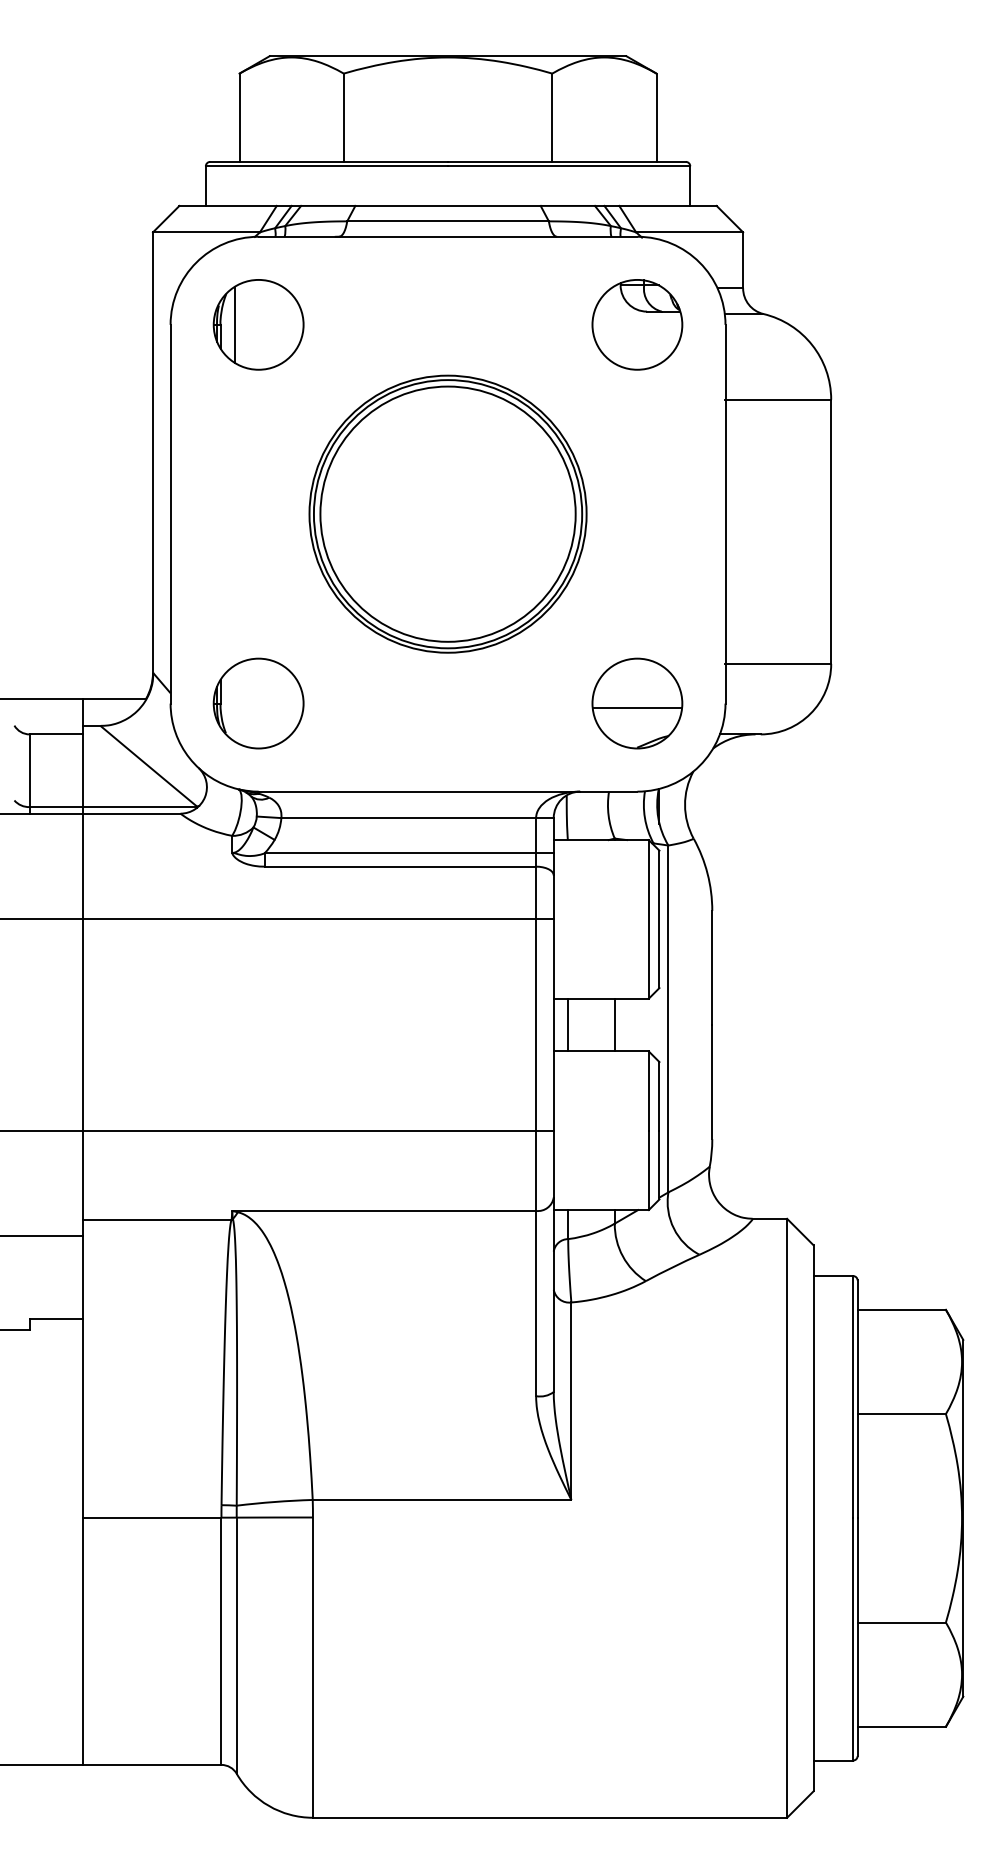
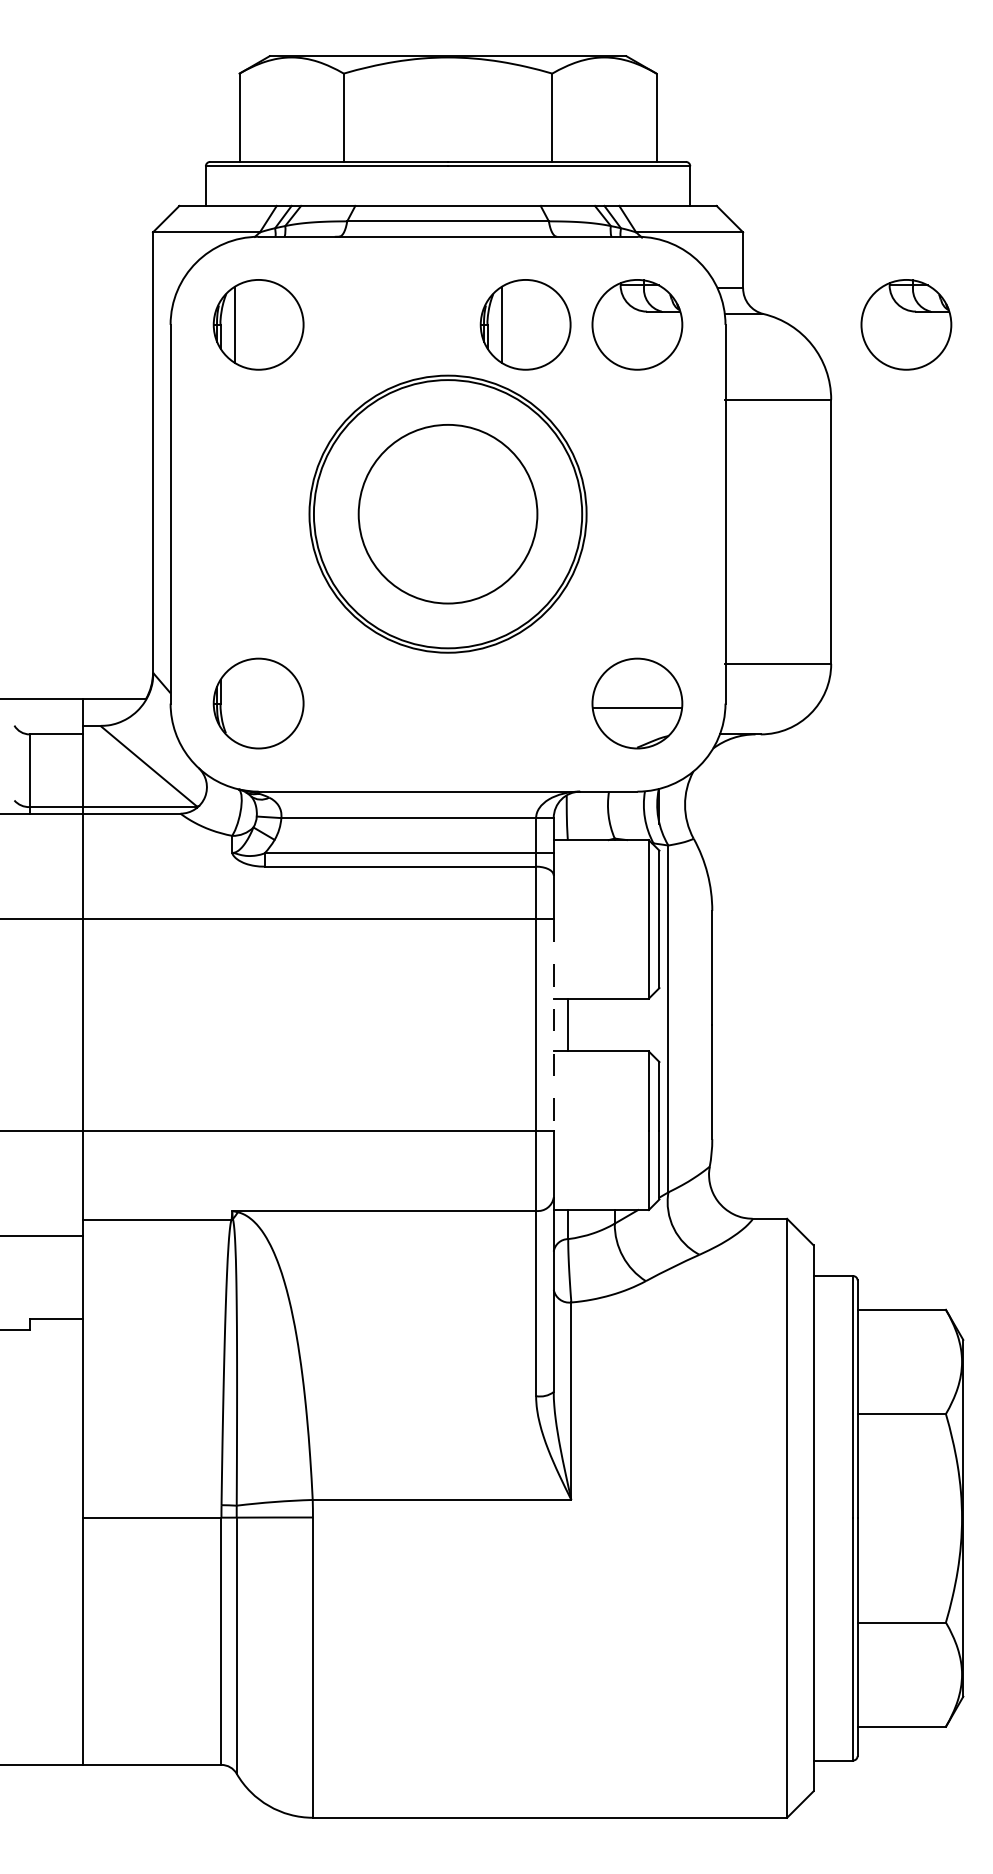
part at (525, 324): none -> present
part at (906, 324): none -> present
circle at (447, 513) diameter: 255 px -> 179 px
line at (614, 1024): present -> none
line at (553, 1025): solid -> dashed
